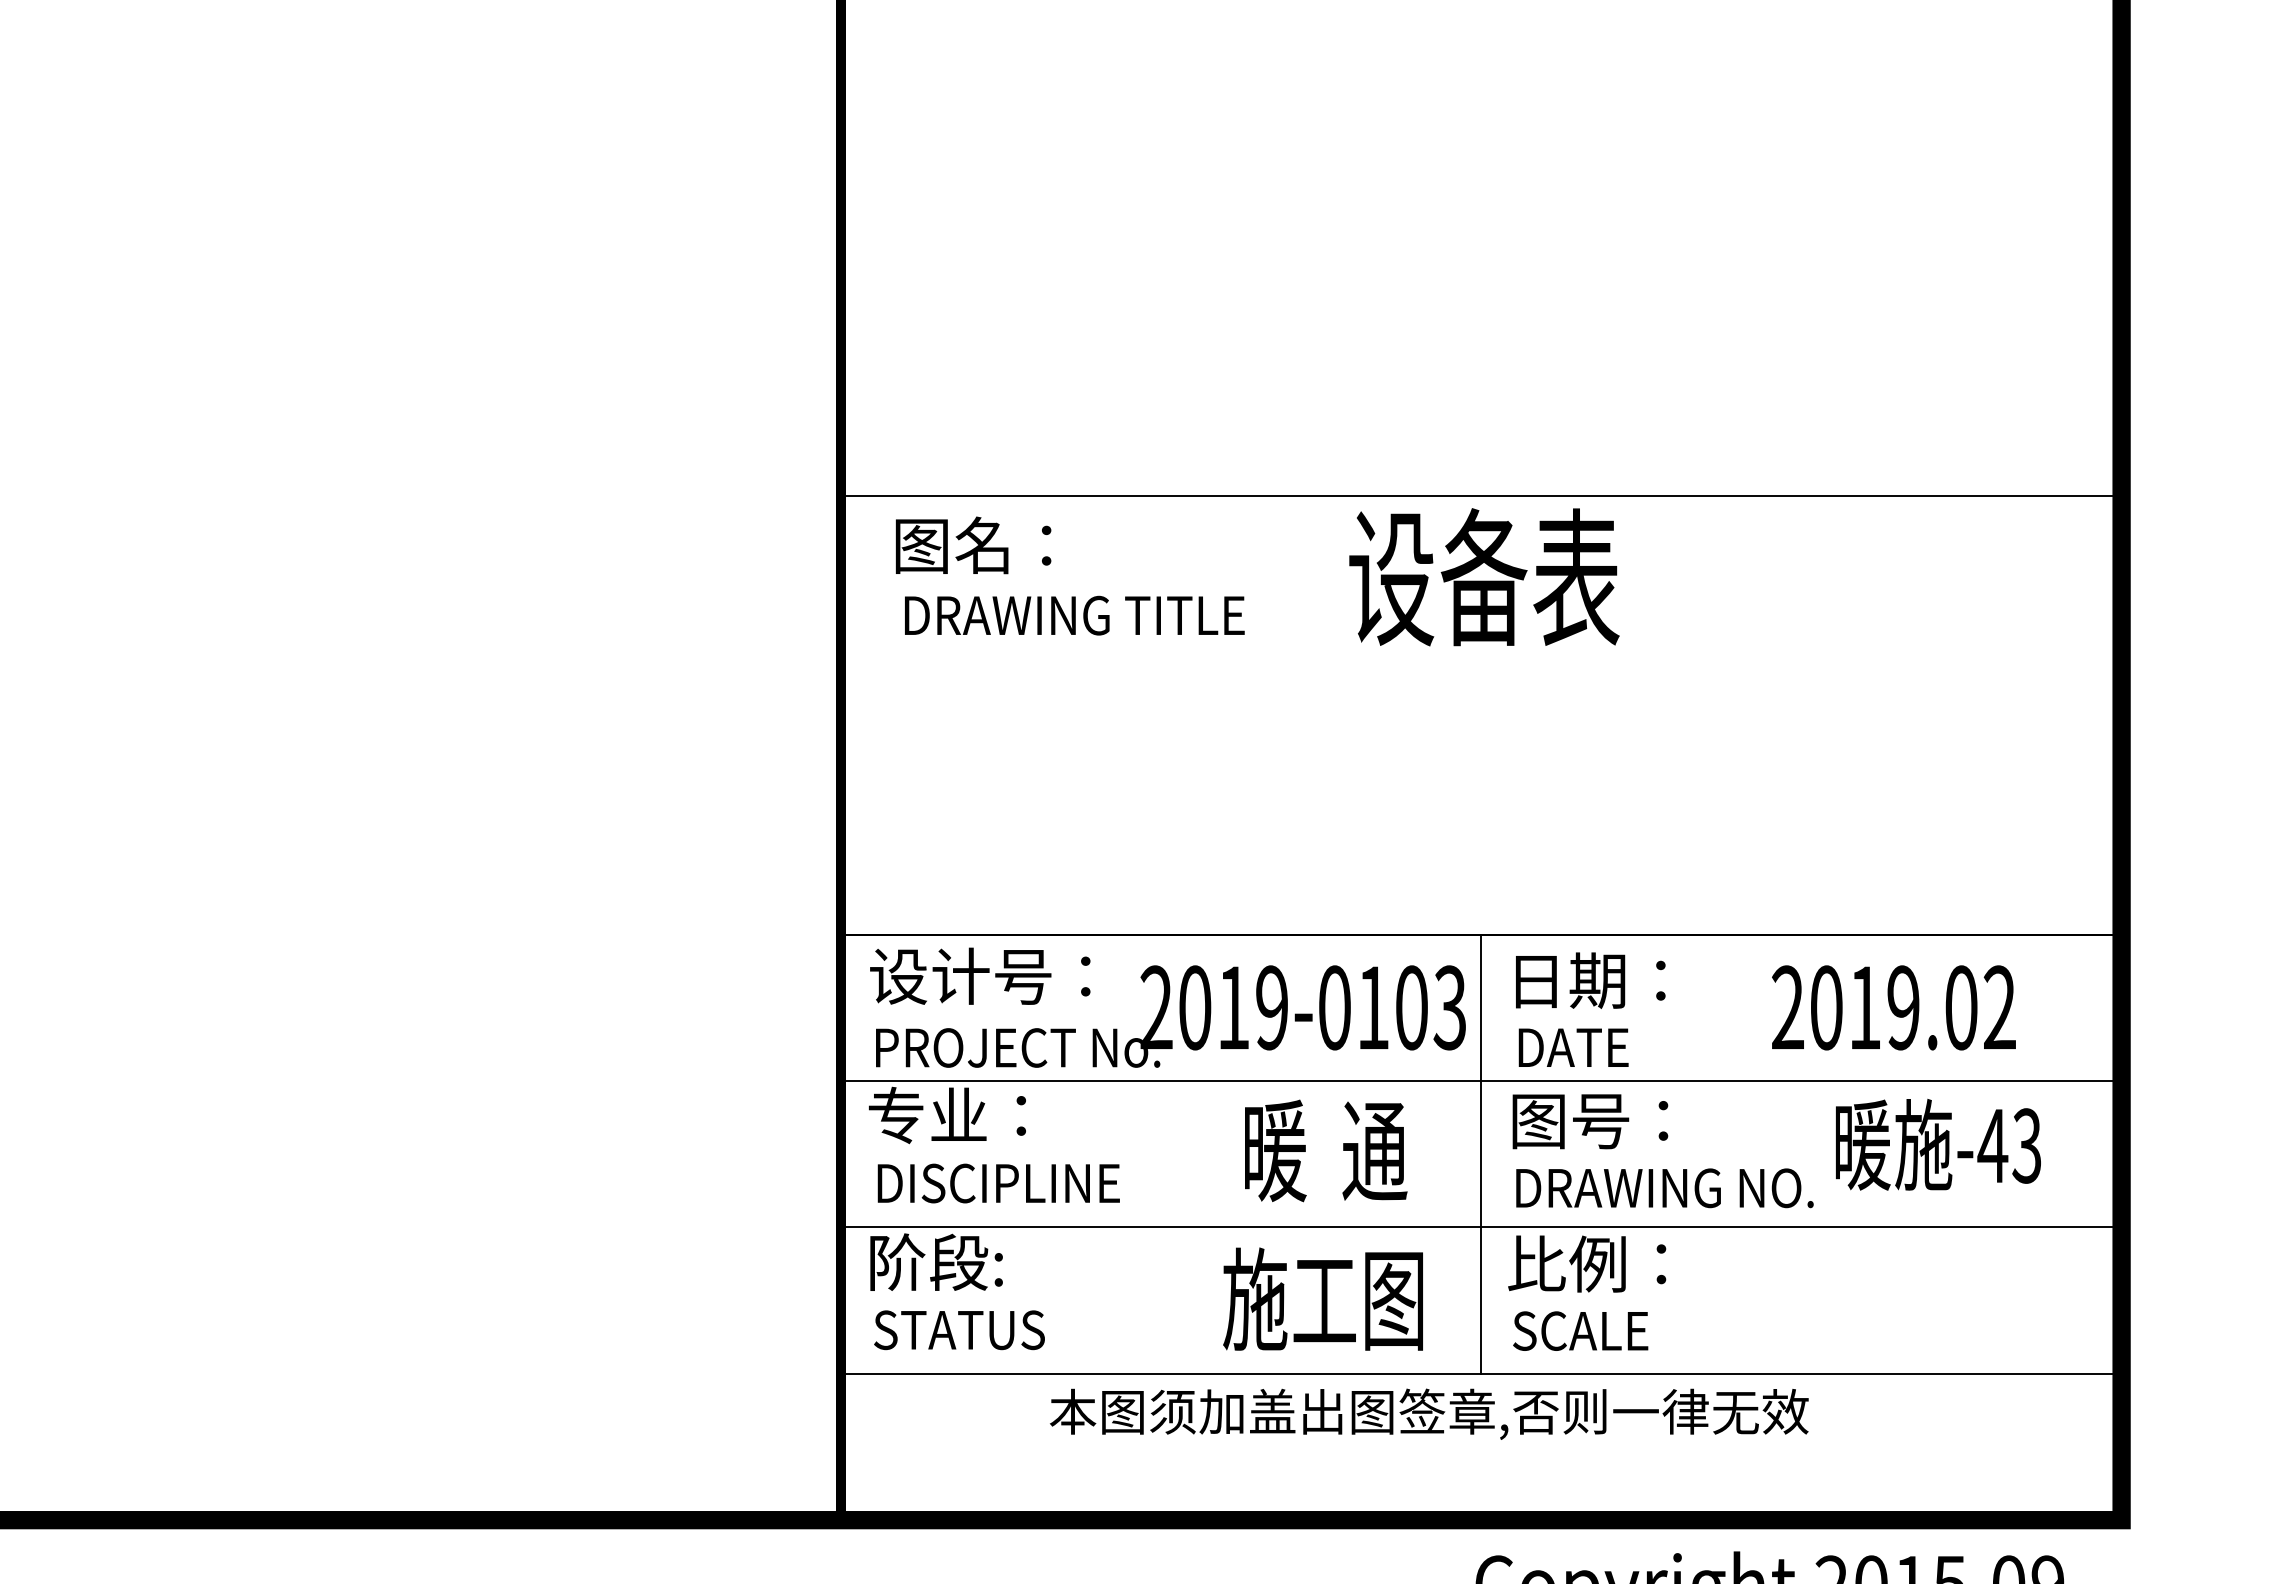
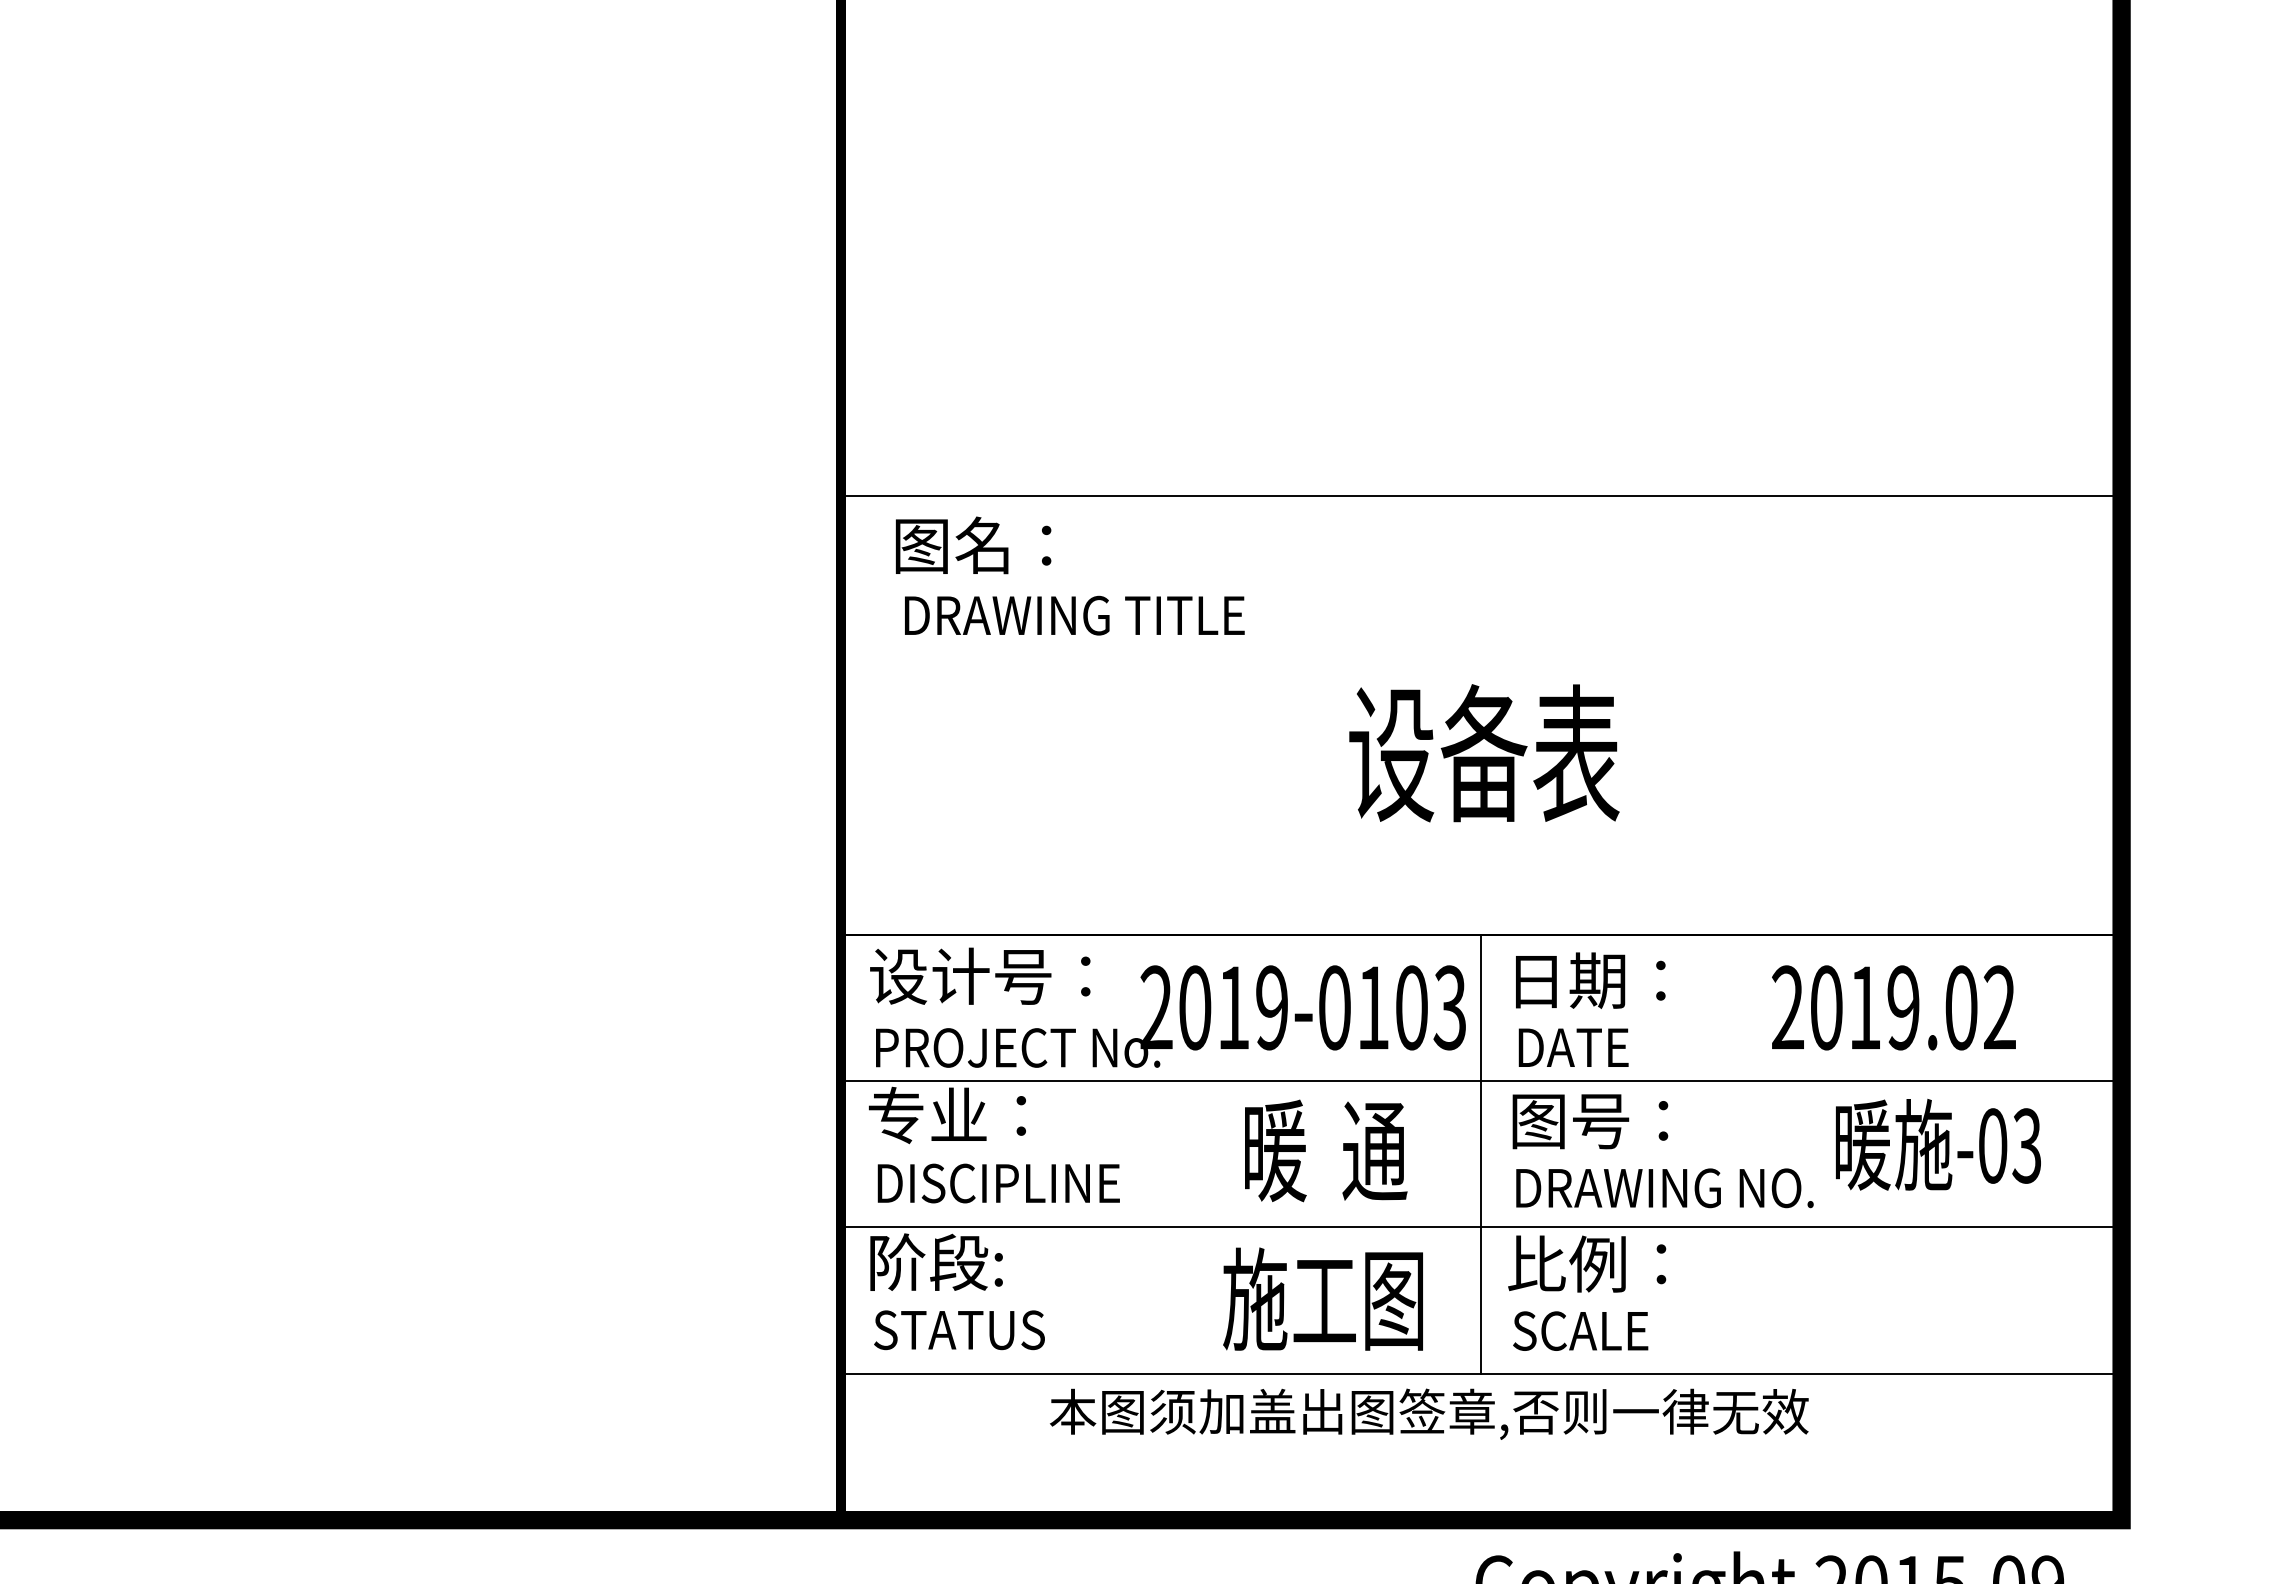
text at (1484, 577) position: (1484, 577) -> (1484, 753)
text at (1992, 1145): -43 -> -03
